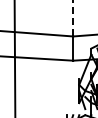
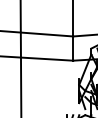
line at (73, 18): dashed -> solid
line at (14, 58) position: (14, 58) -> (20, 58)
